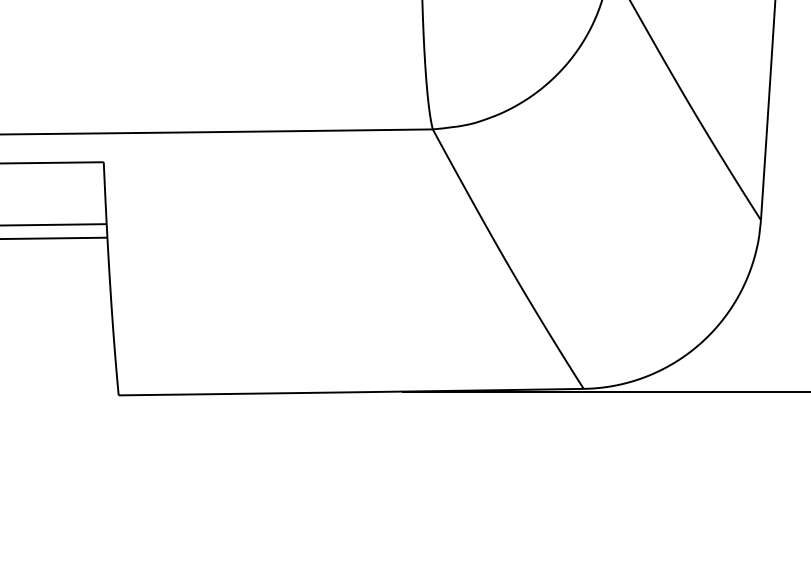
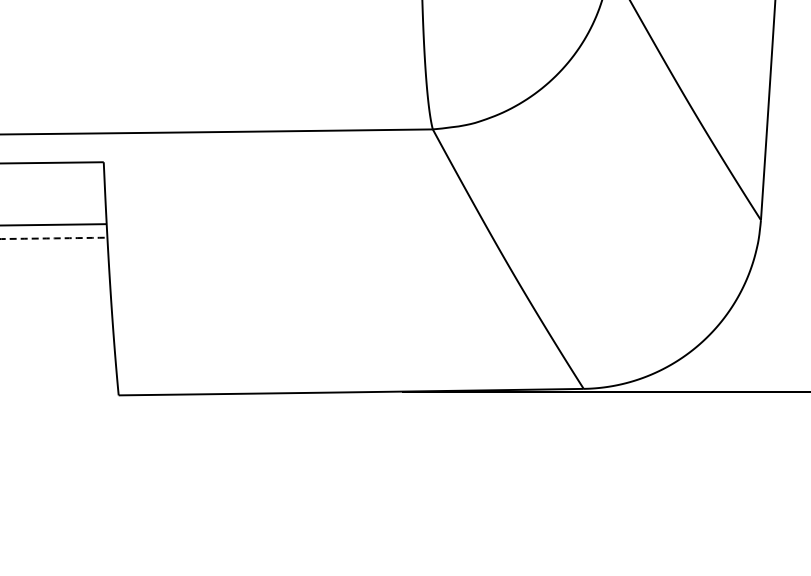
line at (53, 238): solid -> dashed
